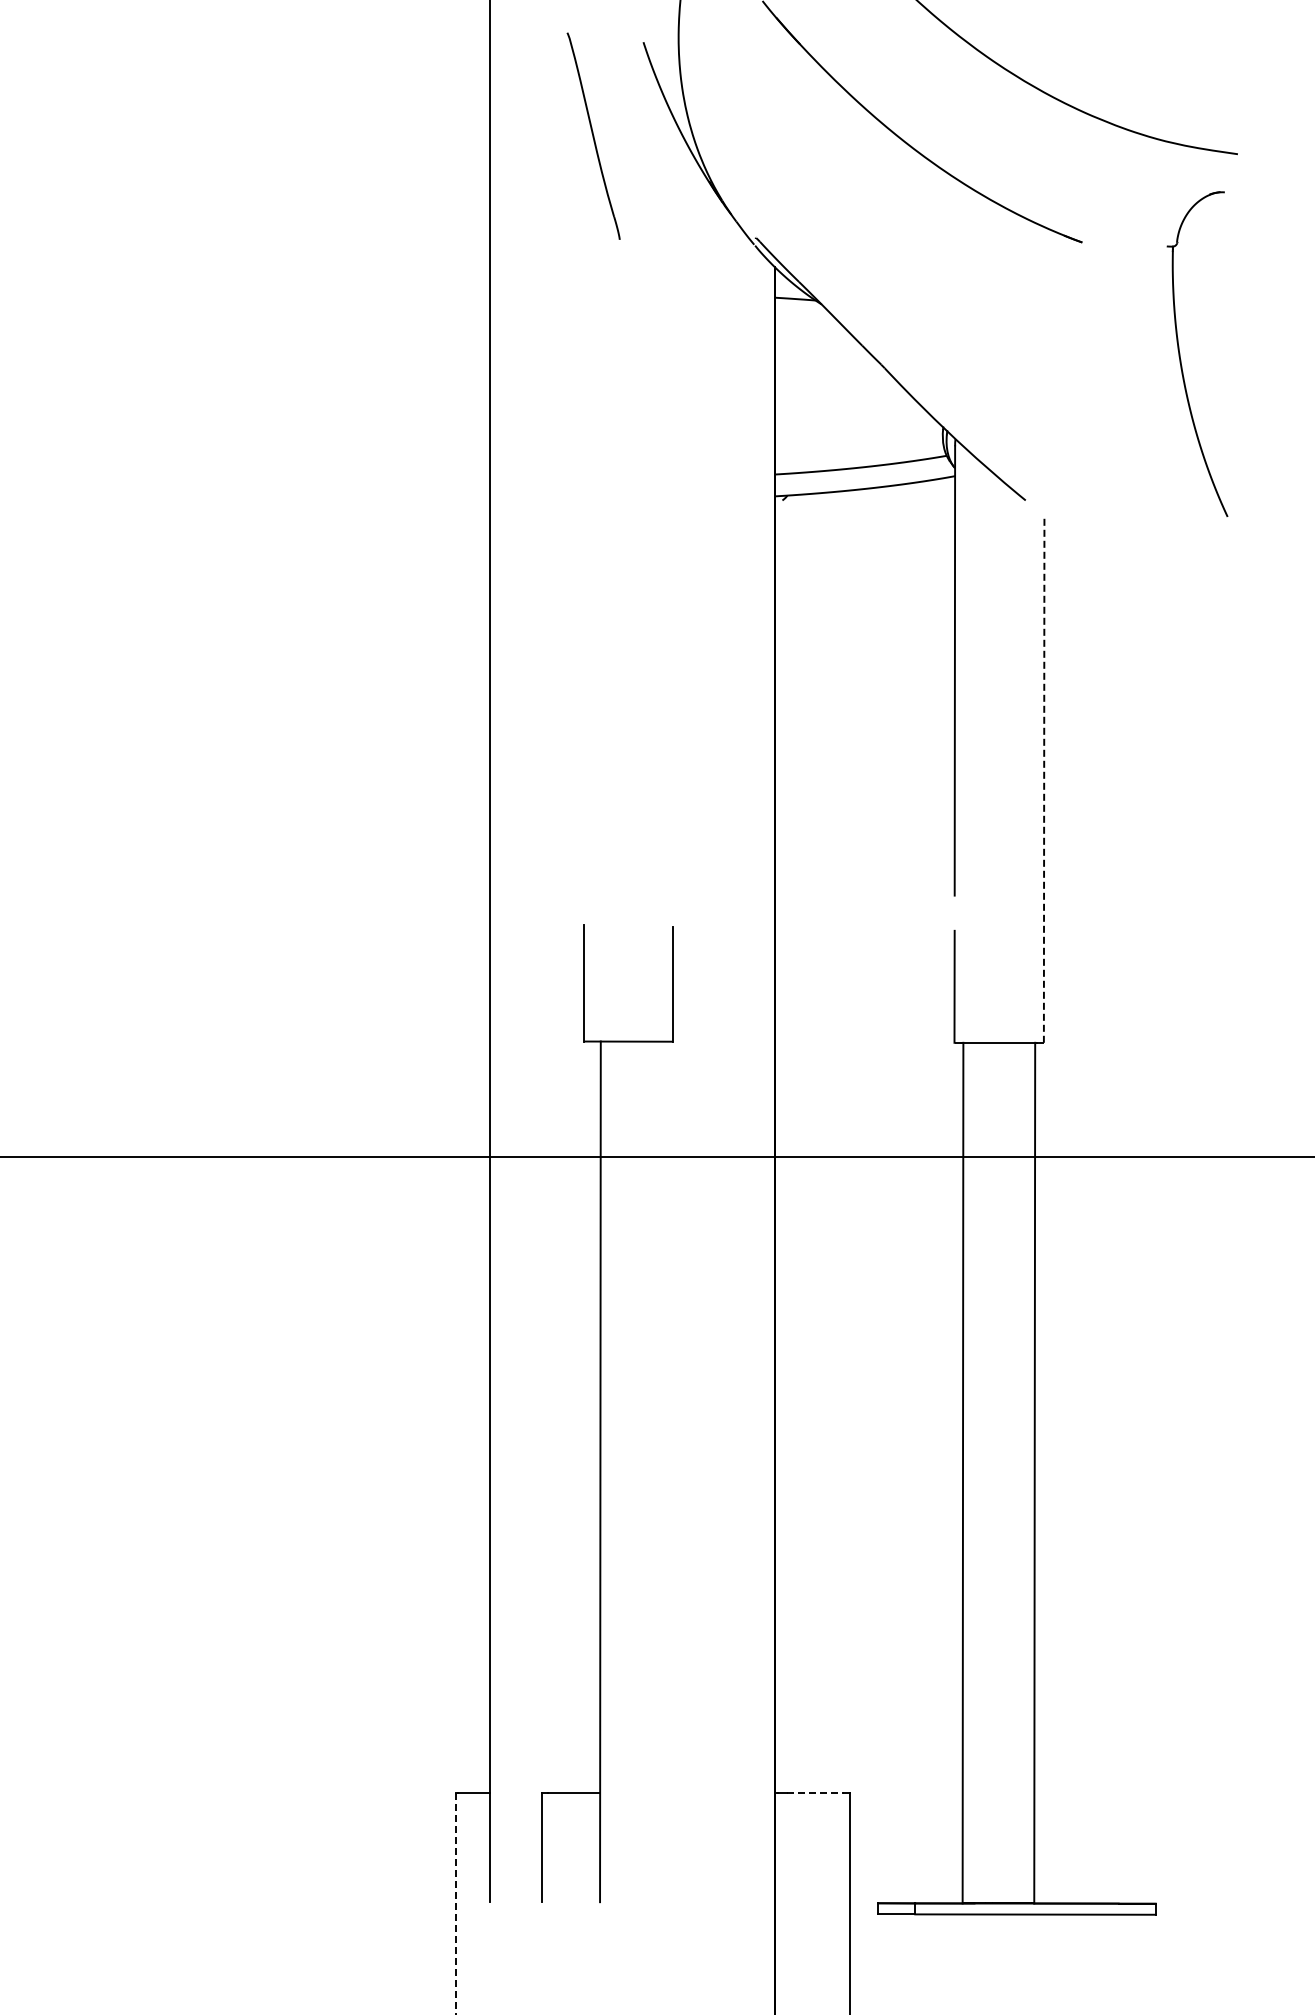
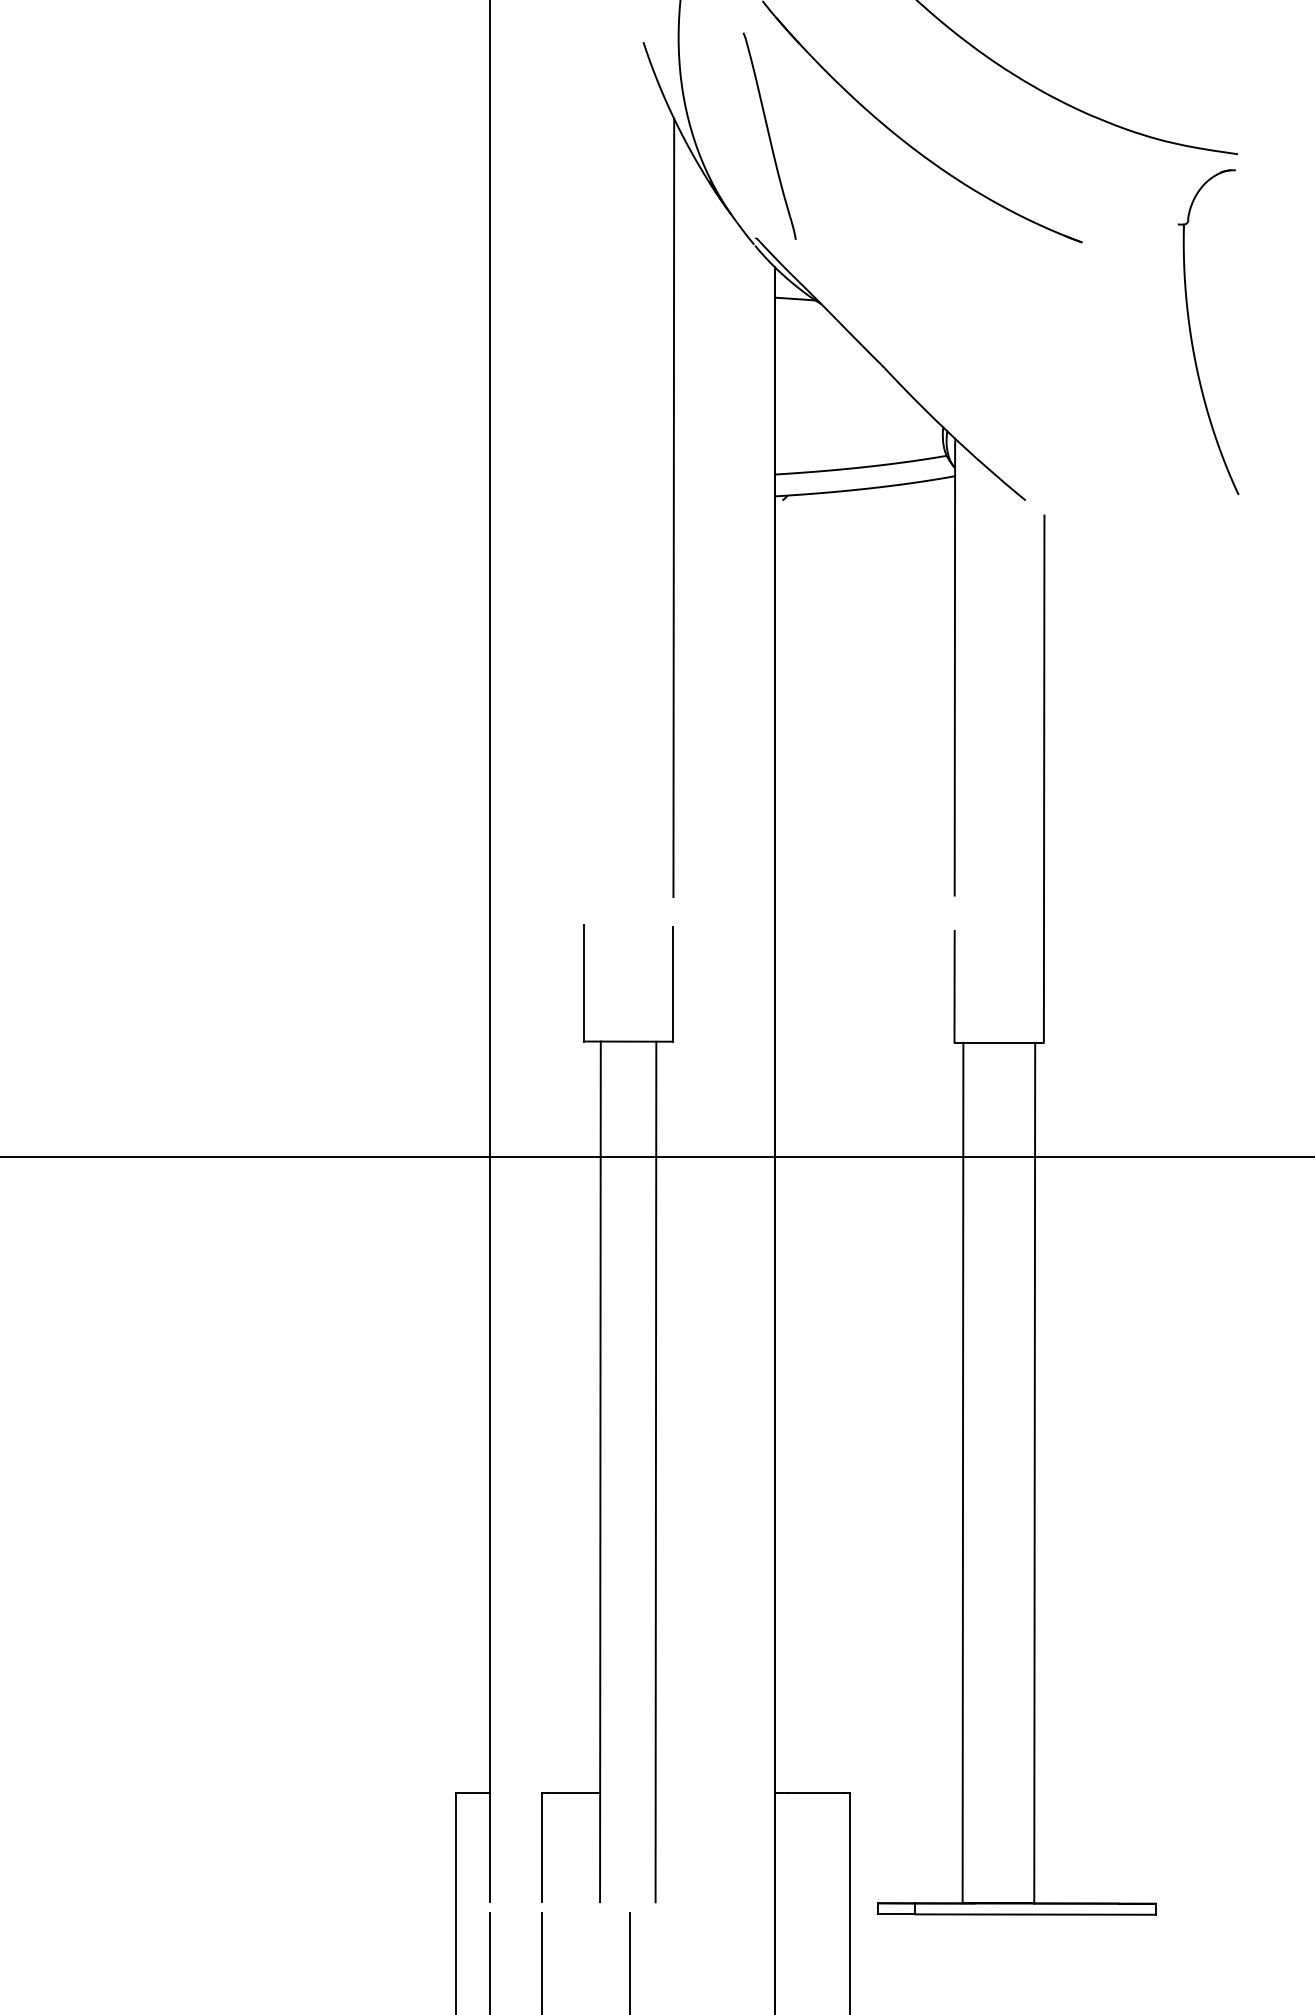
part at (593, 135) position: (593, 135) -> (769, 135)
part at (1180, 353) position: (1180, 353) -> (1191, 331)
line at (673, 507): none -> present
line at (1044, 779): dashed -> solid
line at (655, 1471): none -> present
line at (815, 1792): dashed -> solid
line at (456, 1903): dashed -> solid
line at (489, 1962): none -> present
line at (542, 1962): none -> present
line at (629, 1962): none -> present
